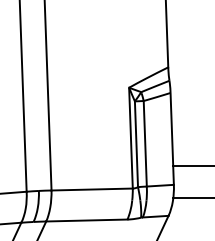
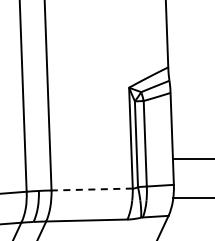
line at (192, 165) position: (192, 165) -> (192, 158)
line at (92, 189): solid -> dashed
